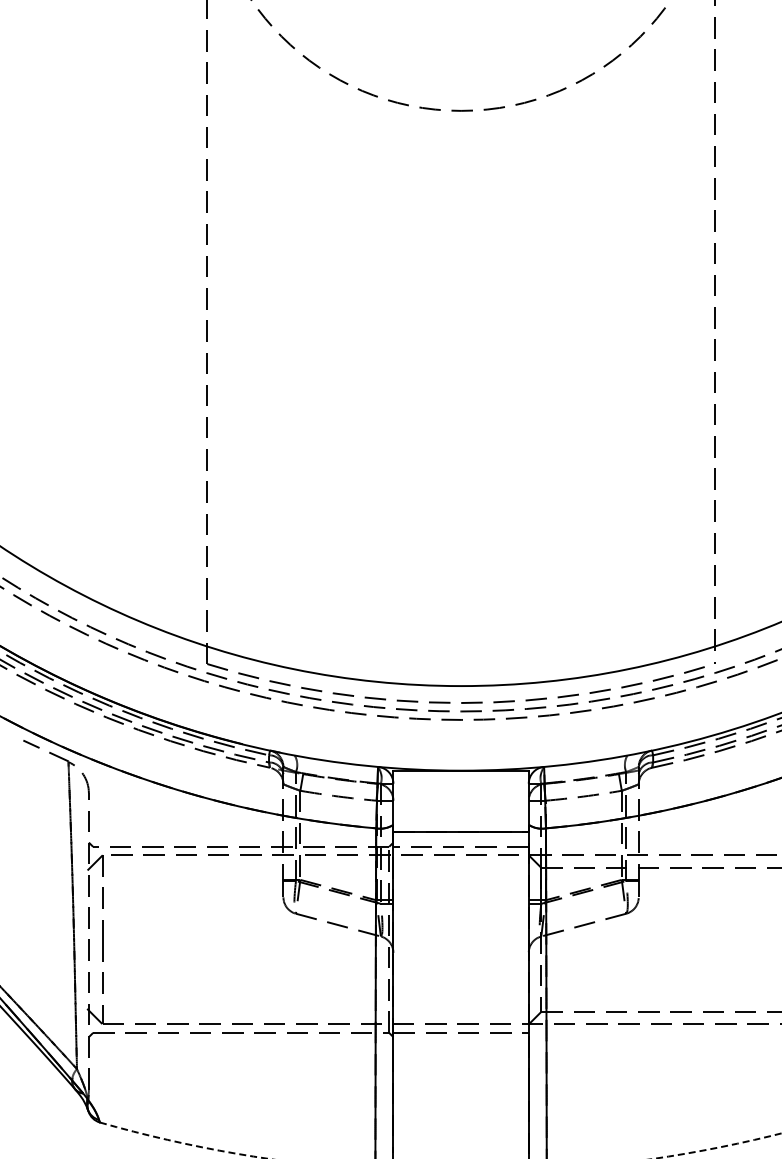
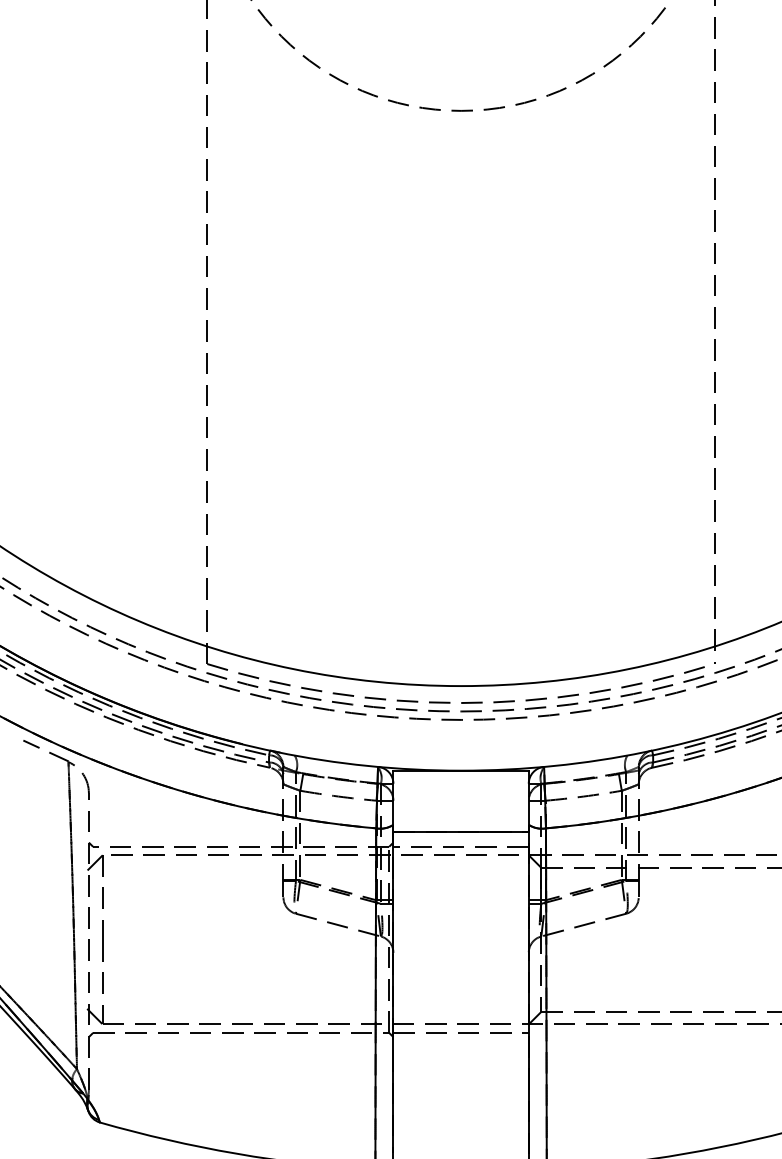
arc at (182, 1143): dashed -> solid
arc at (719, 1147): dashed -> solid
